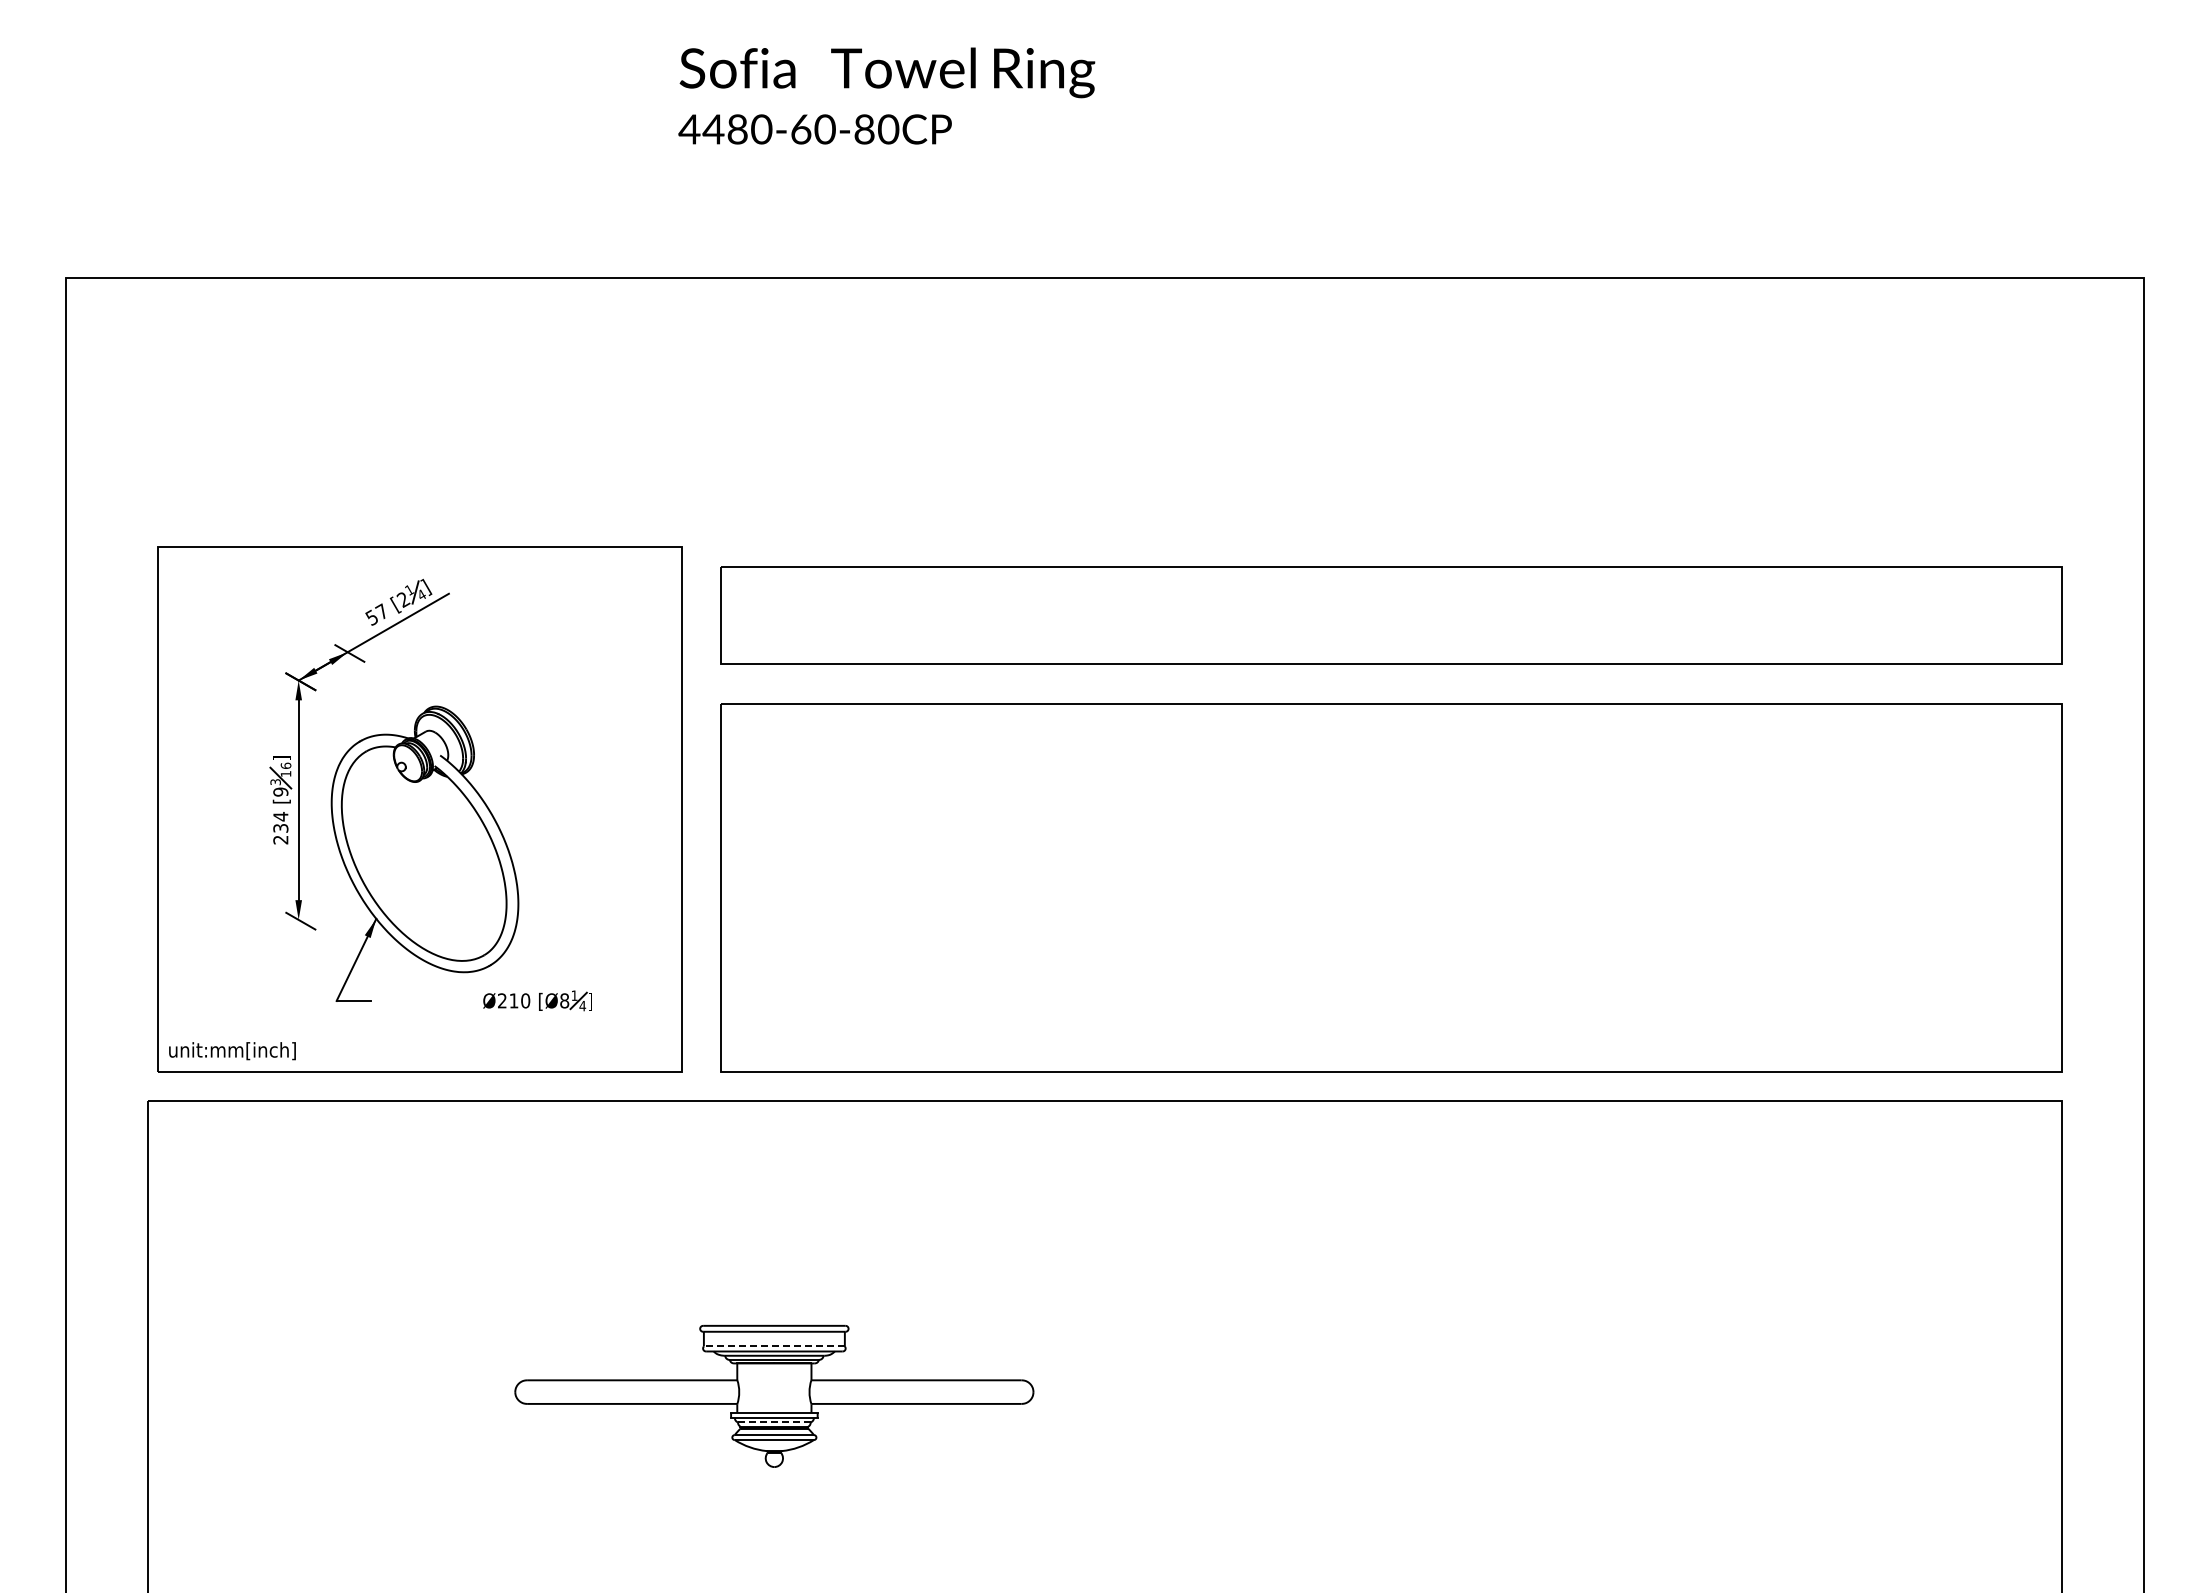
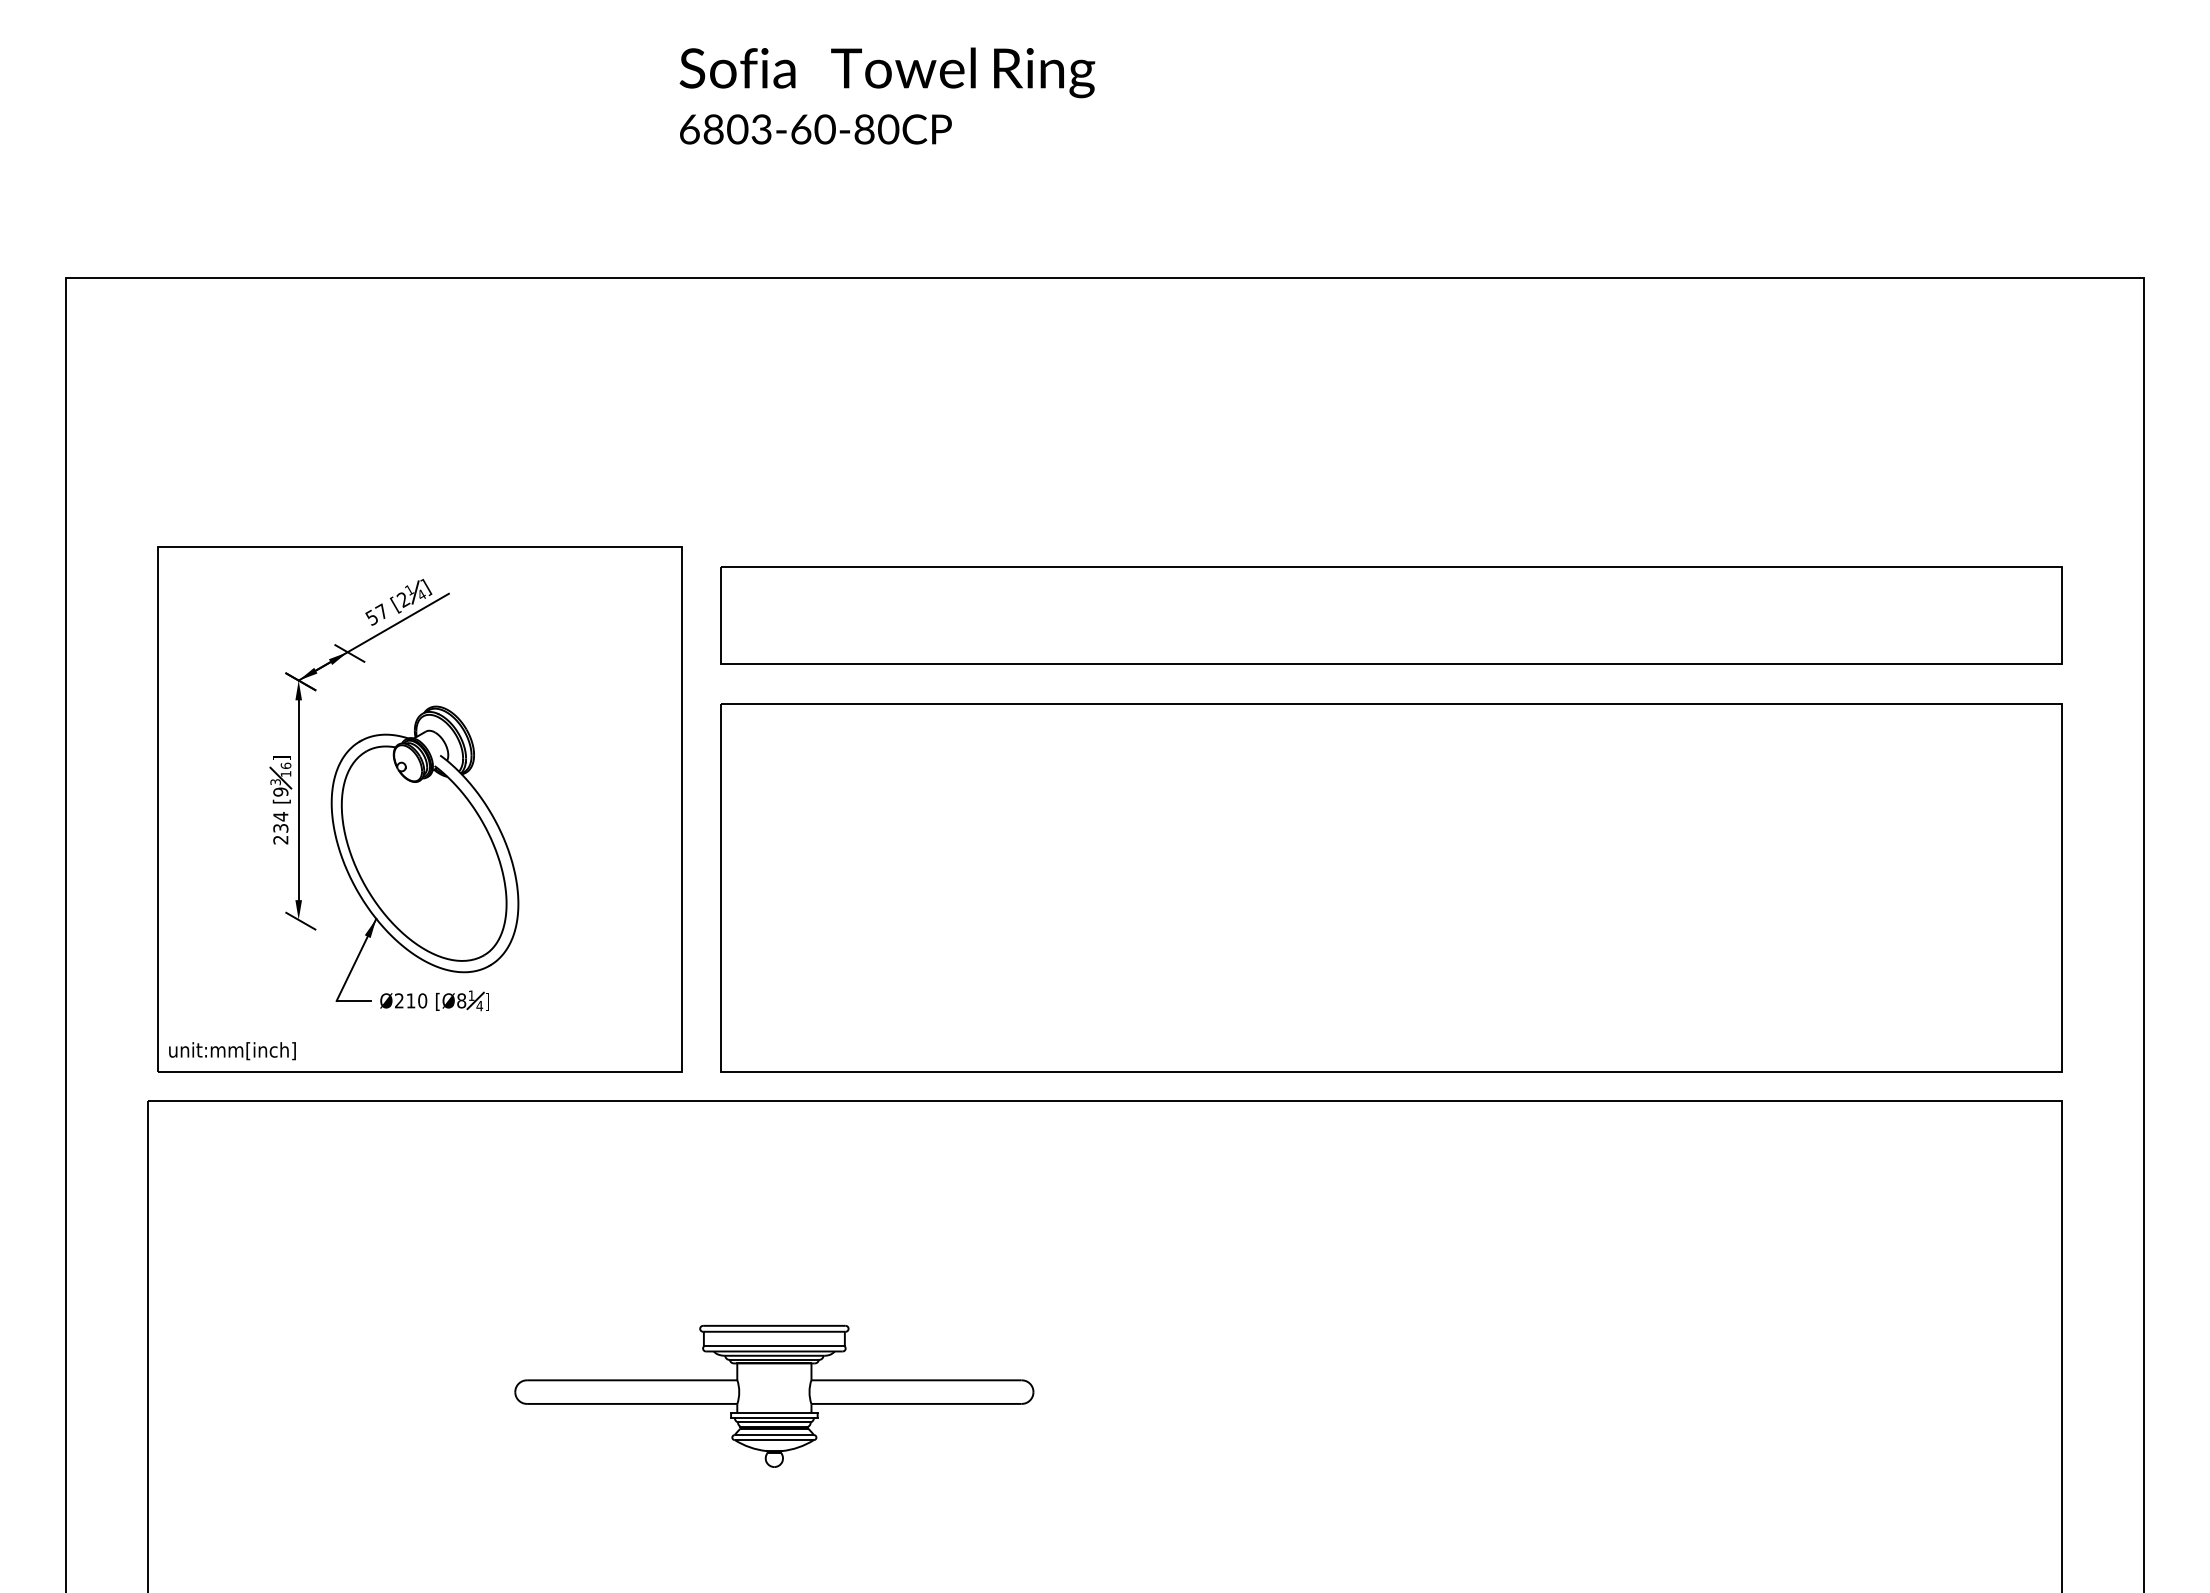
text at (725, 129): 4480-60-80CP -> 6803-60-80CP
part at (537, 1000) position: (537, 1000) -> (434, 1000)
line at (773, 1346): dashed -> solid
line at (773, 1422): dashed -> solid
